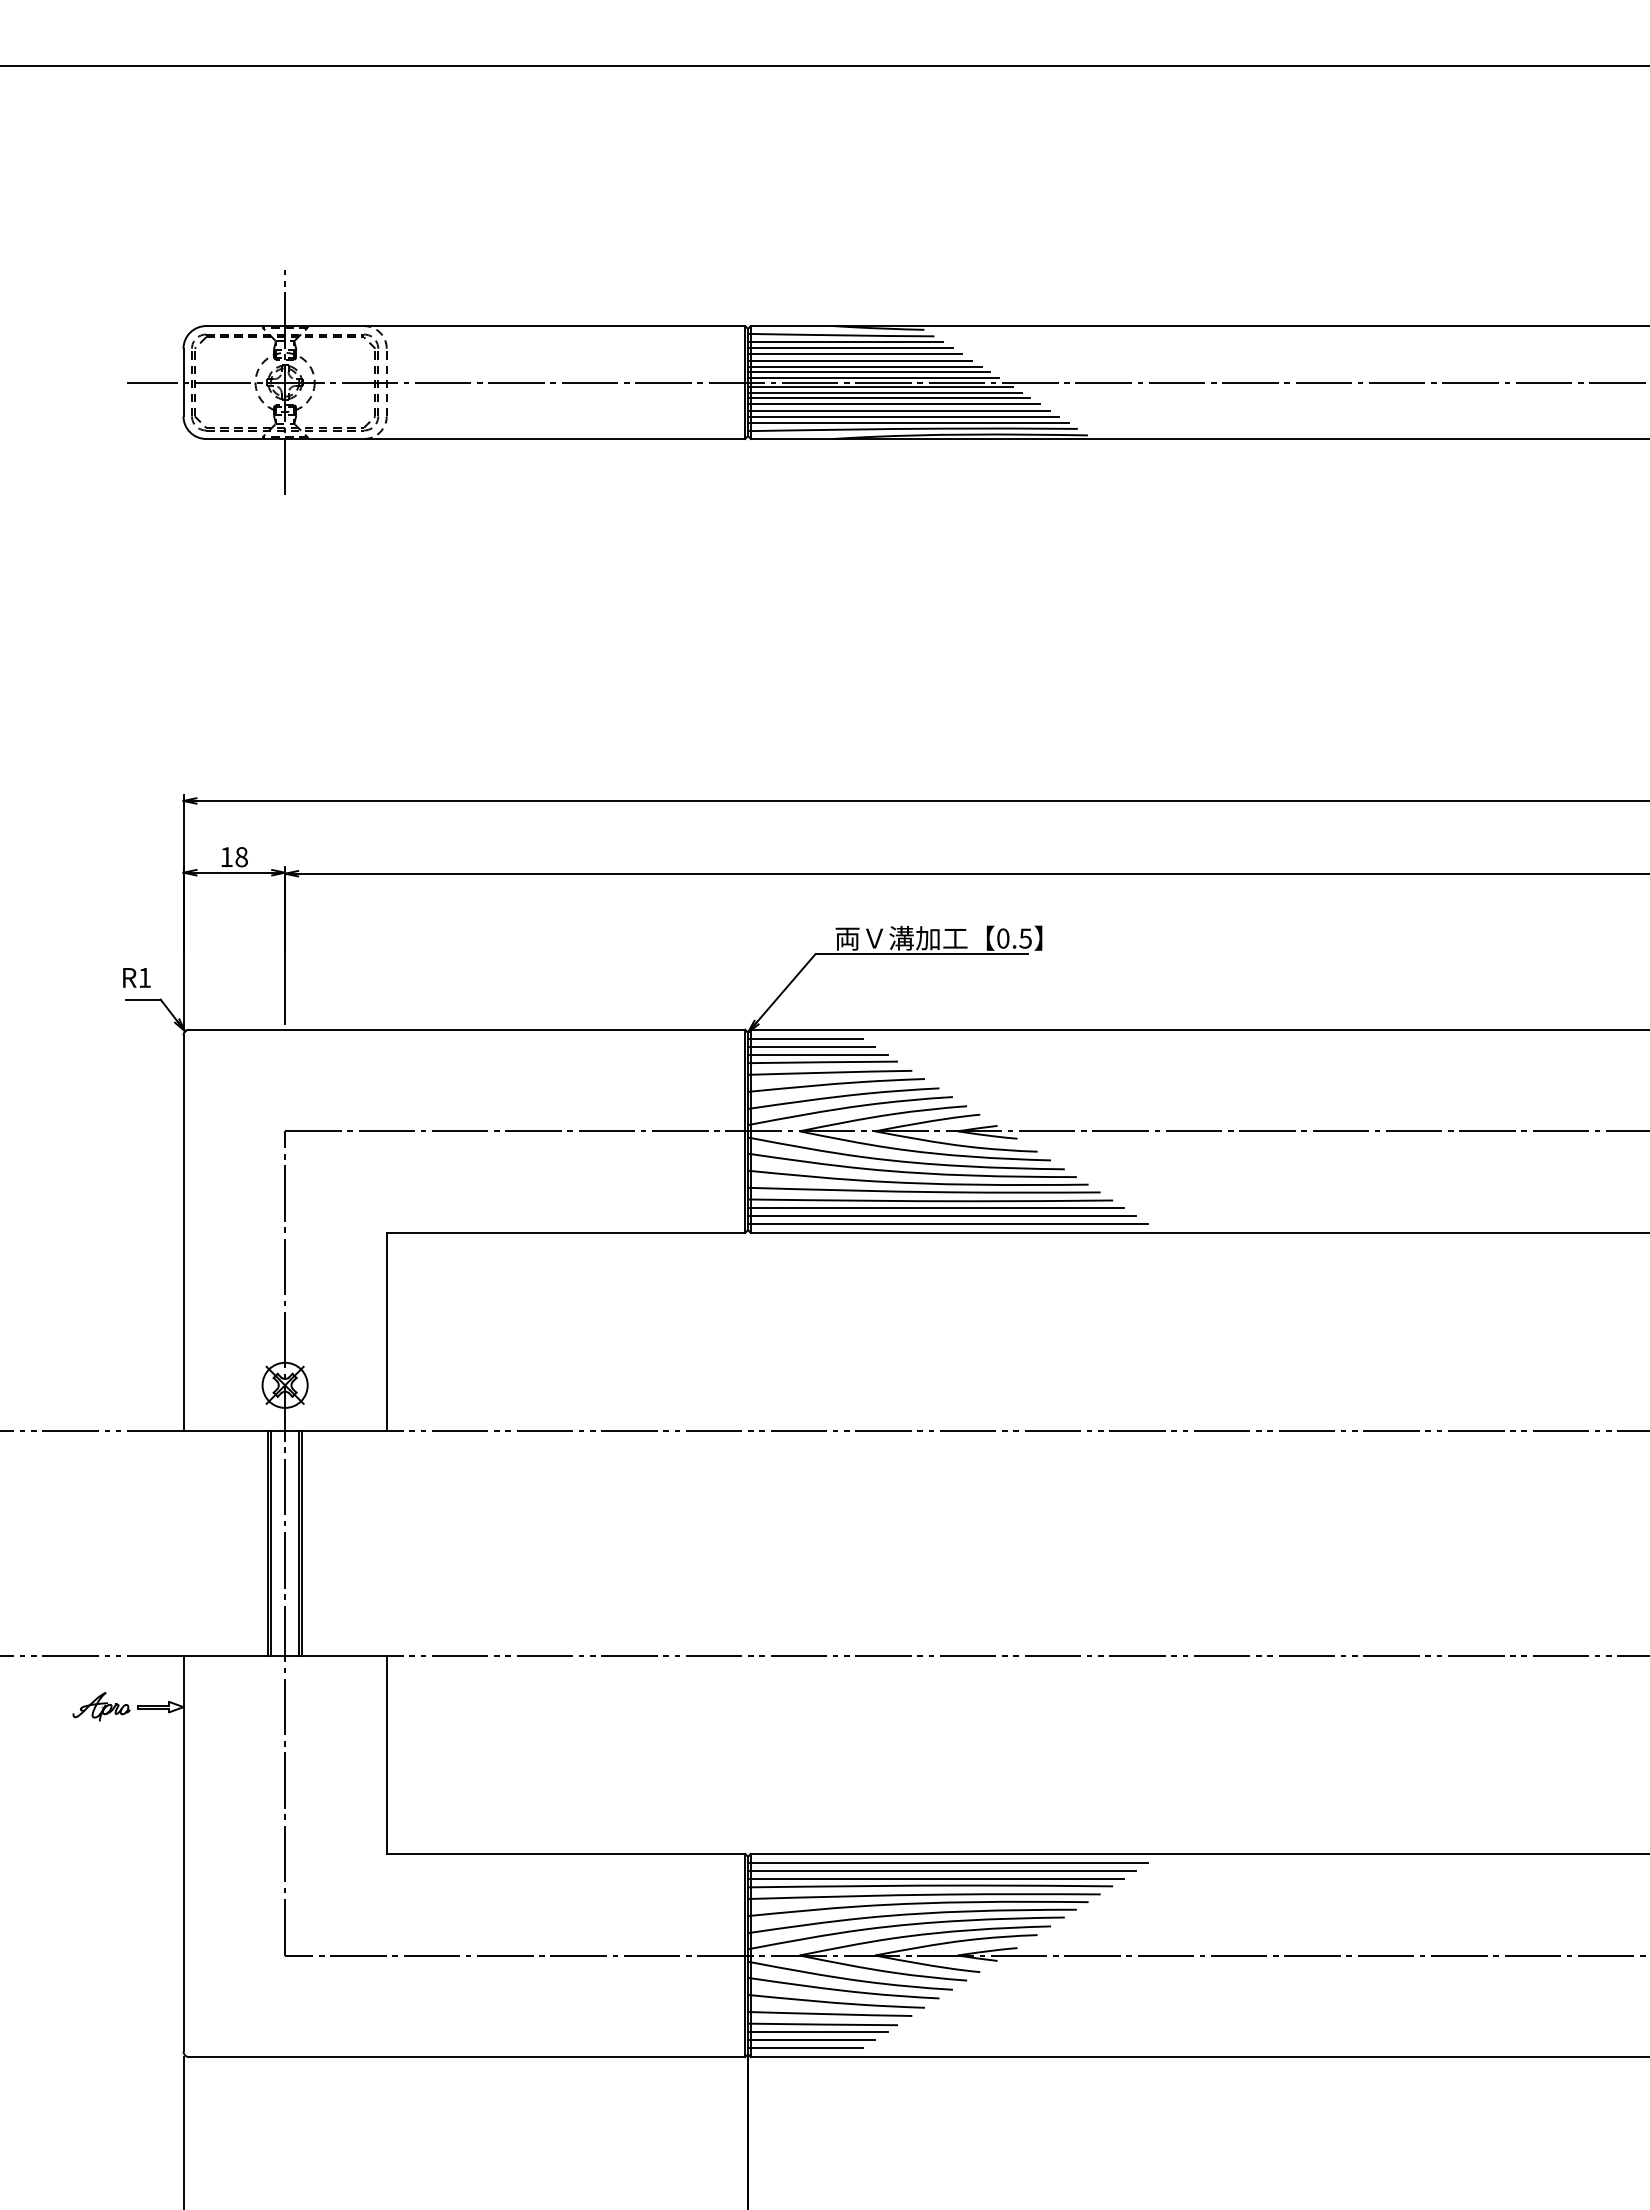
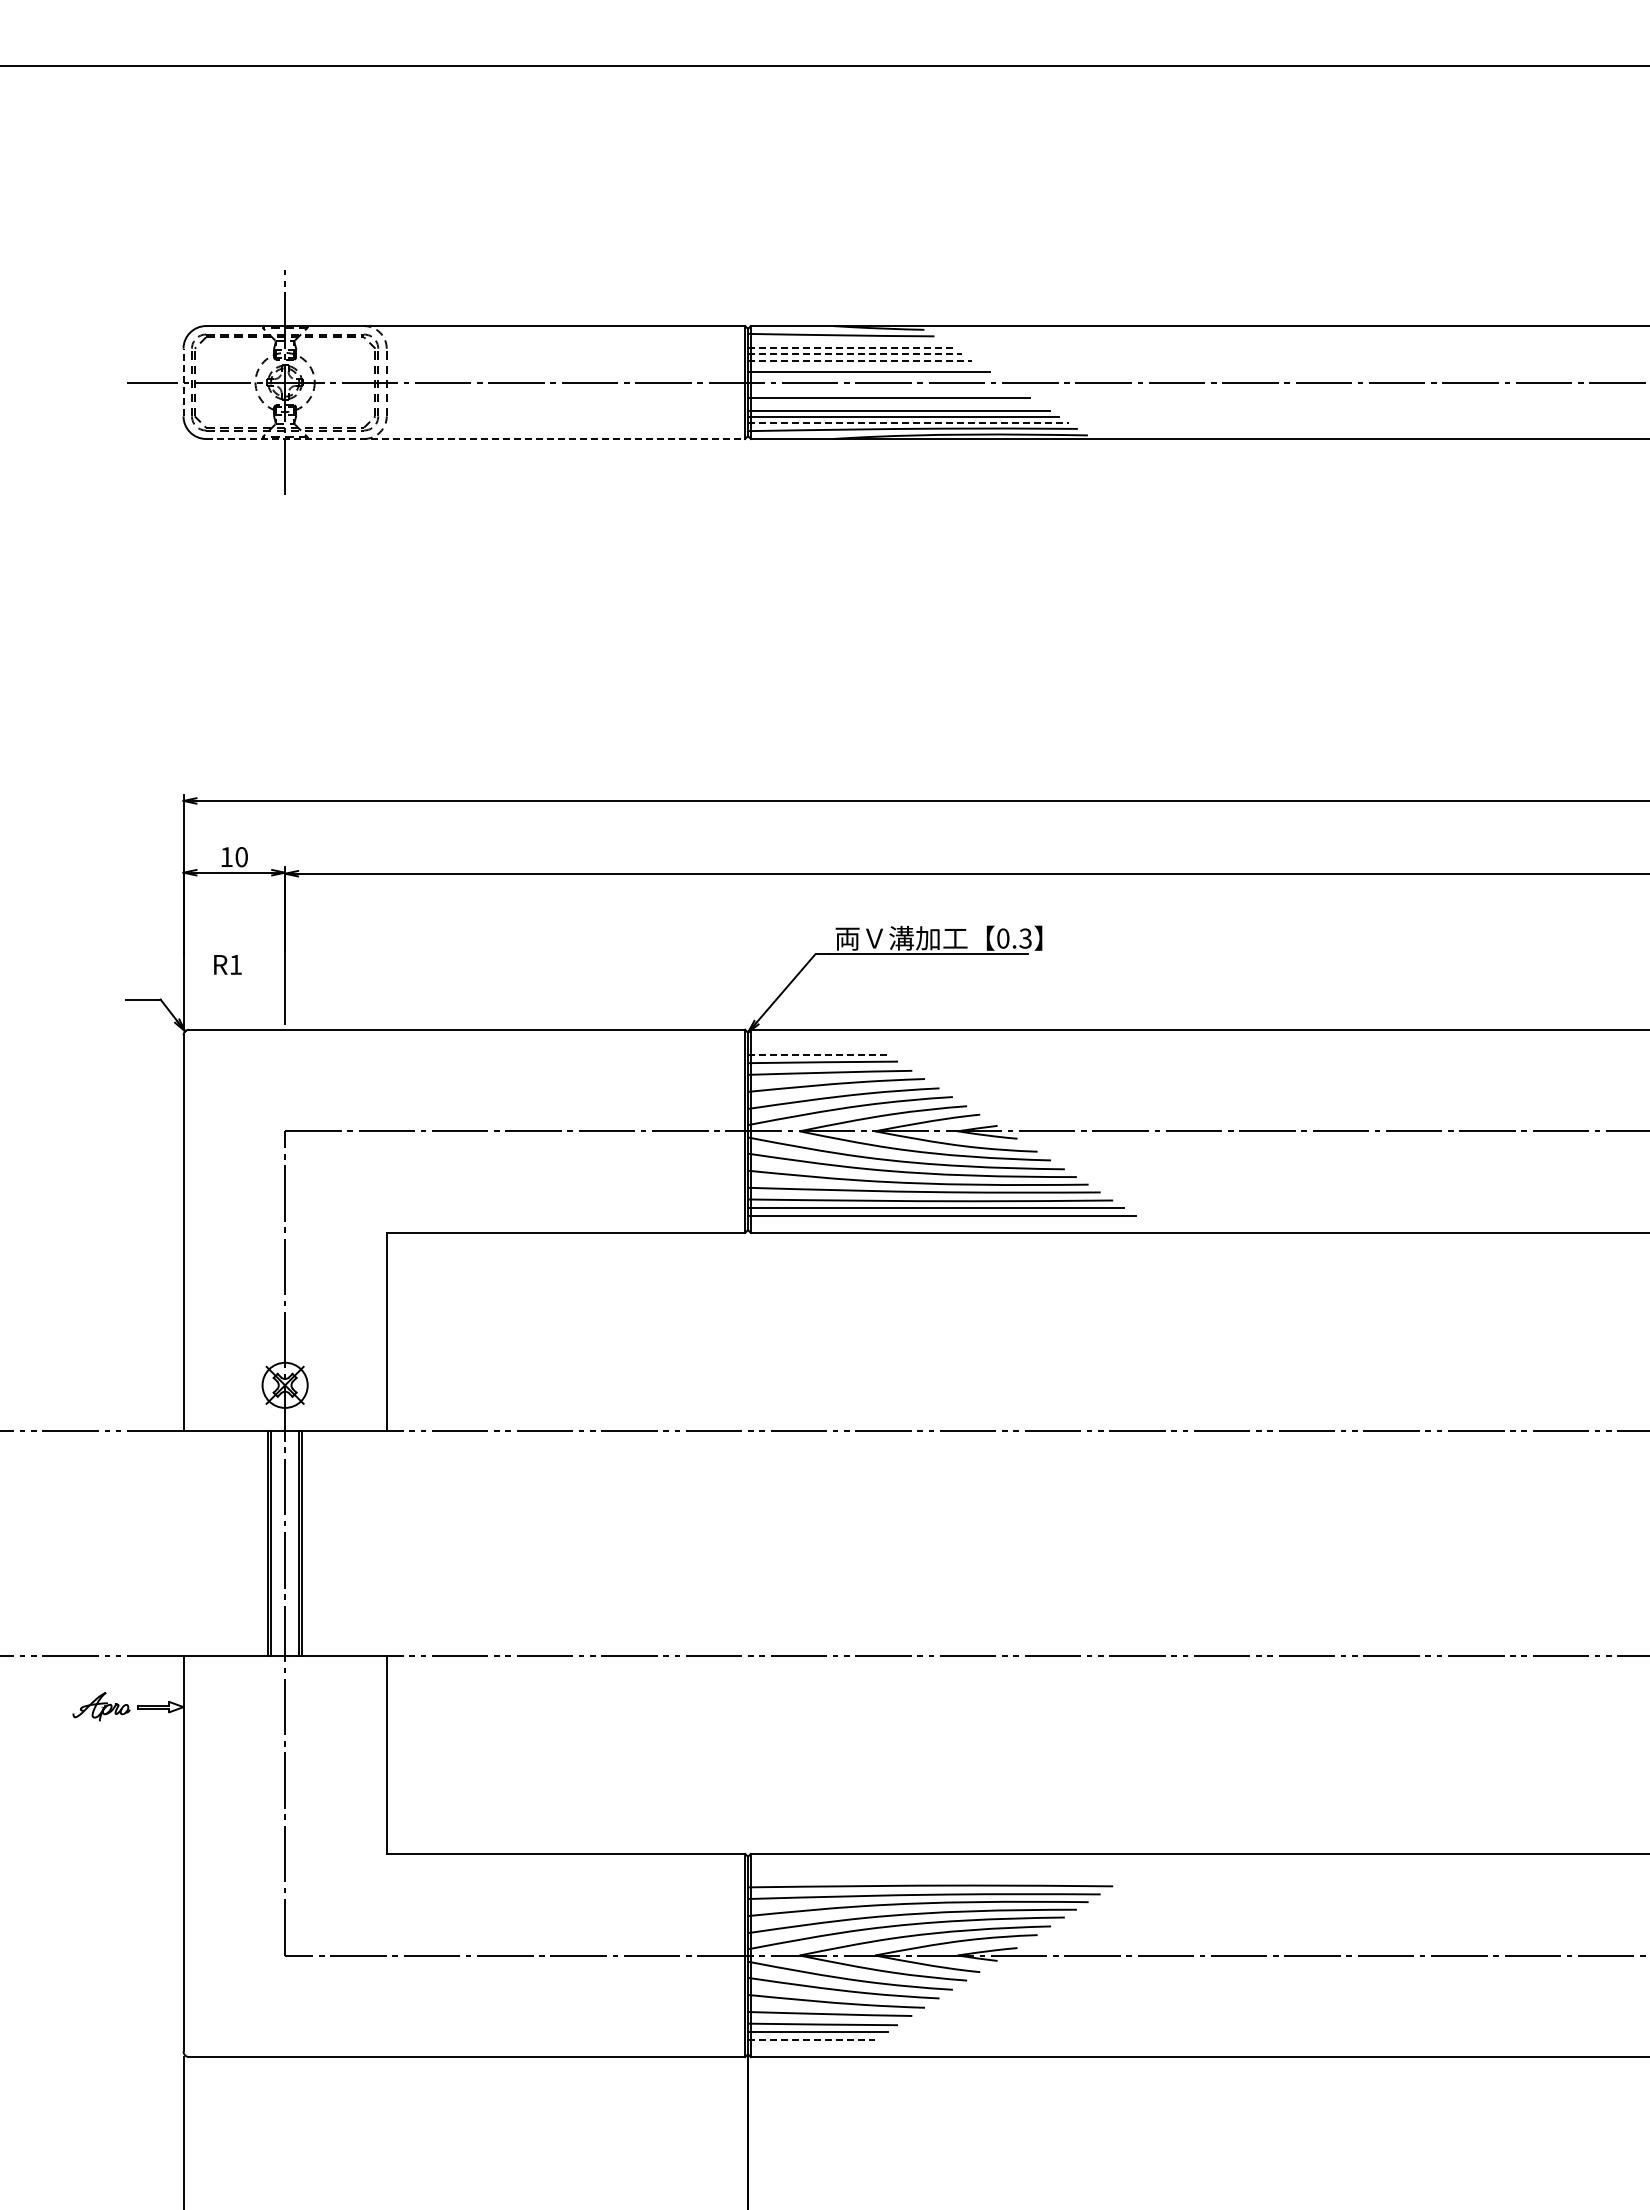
line at (845, 341): present -> none
line at (850, 348): solid -> dashed
line at (855, 354): solid -> dashed
line at (860, 360): solid -> dashed
line at (864, 366): present -> none
line at (873, 377): present -> none
line at (183, 382): solid -> dashed
line at (880, 387): present -> none
line at (884, 392): present -> none
line at (893, 404): present -> none
line at (908, 423): solid -> dashed
line at (475, 438): solid -> dashed
text at (241, 857): 18 -> 10
text at (1025, 938): 0.5 -> 0.3
text at (136, 977) position: (136, 977) -> (227, 964)
line at (805, 1038): present -> none
line at (811, 1047): present -> none
line at (817, 1055): solid -> dashed
line at (948, 1223): present -> none
line at (948, 1863): present -> none
line at (941, 1871): present -> none
line at (936, 1879): present -> none
line at (811, 2039): solid -> dashed
line at (805, 2047): present -> none
